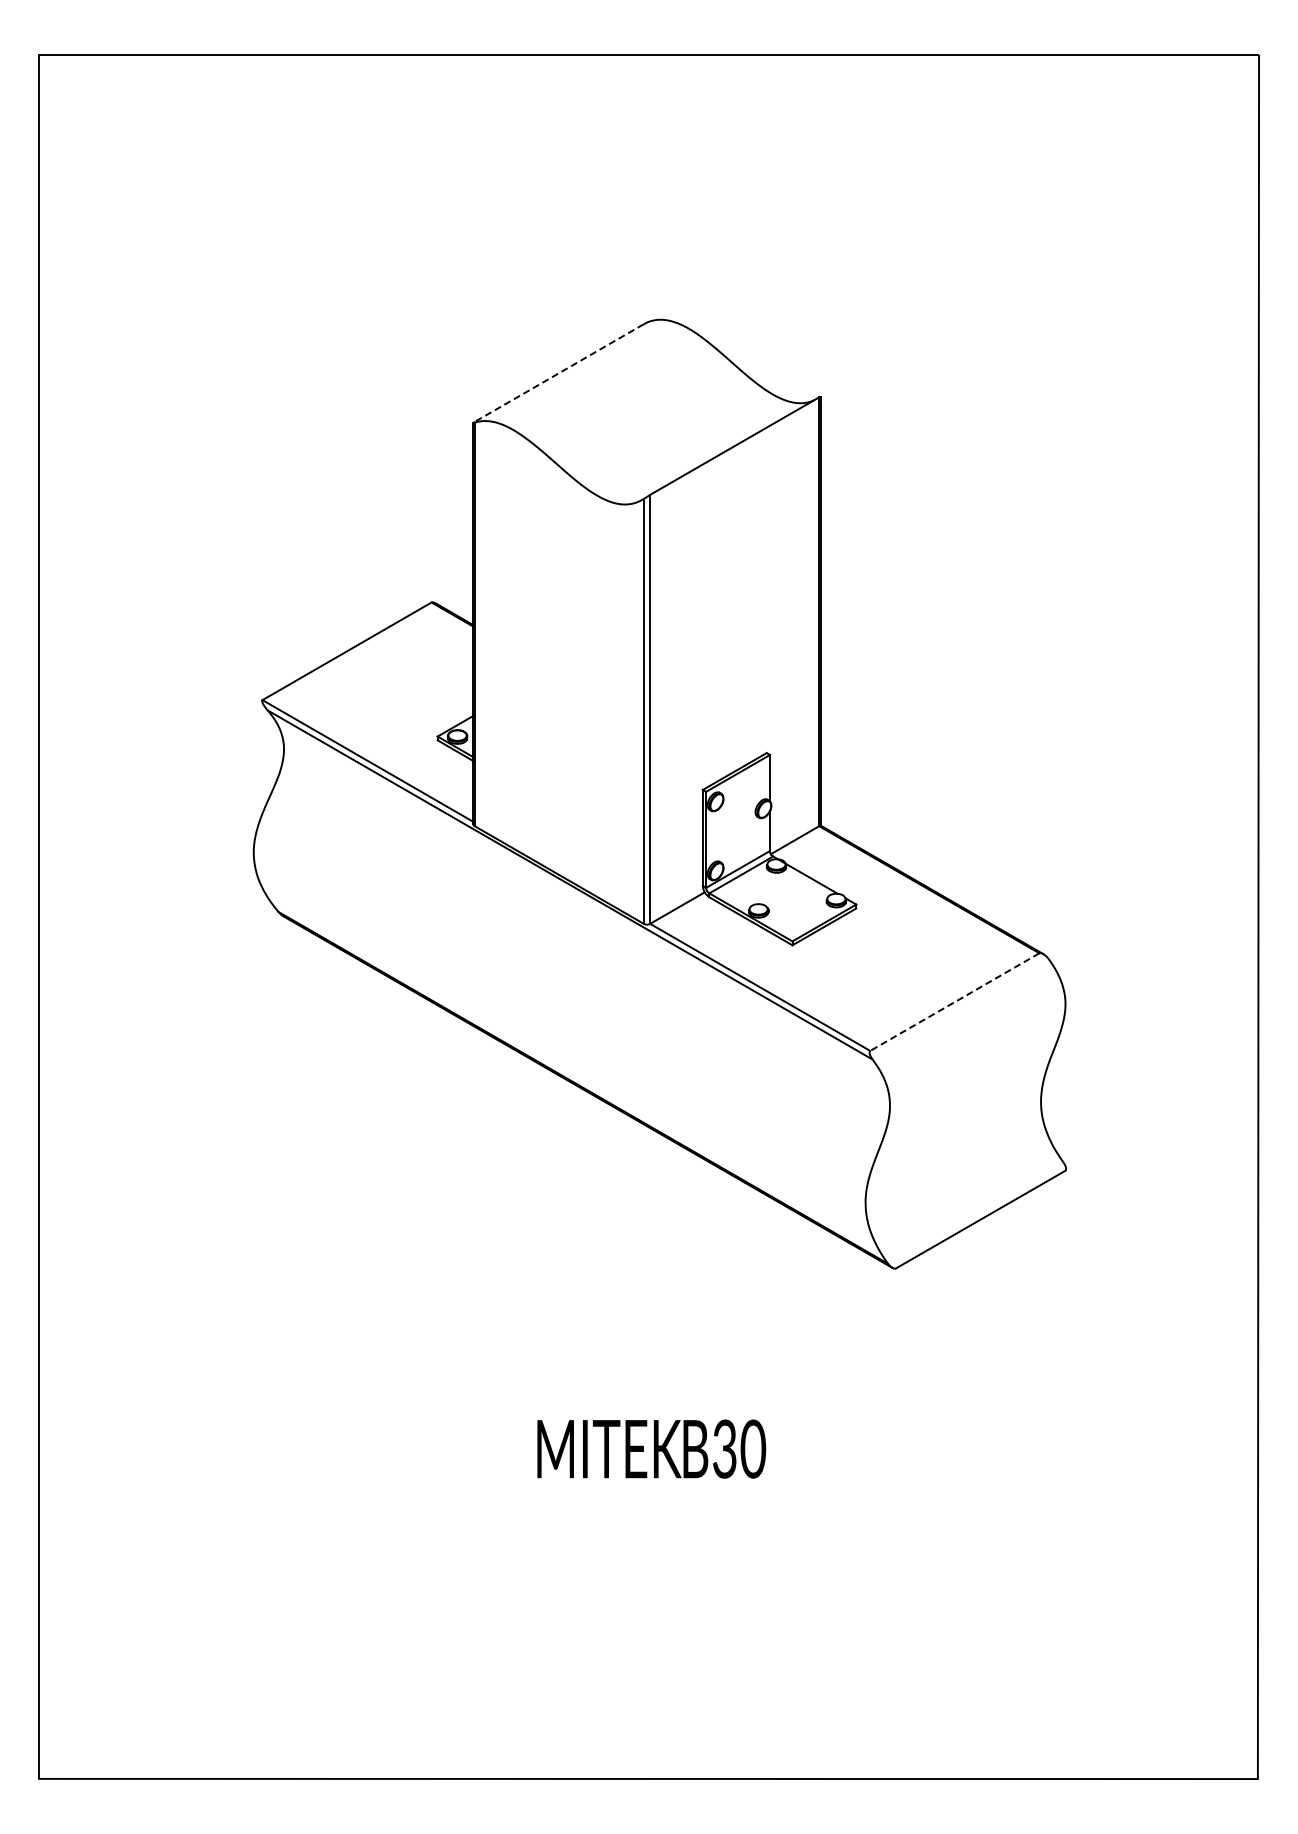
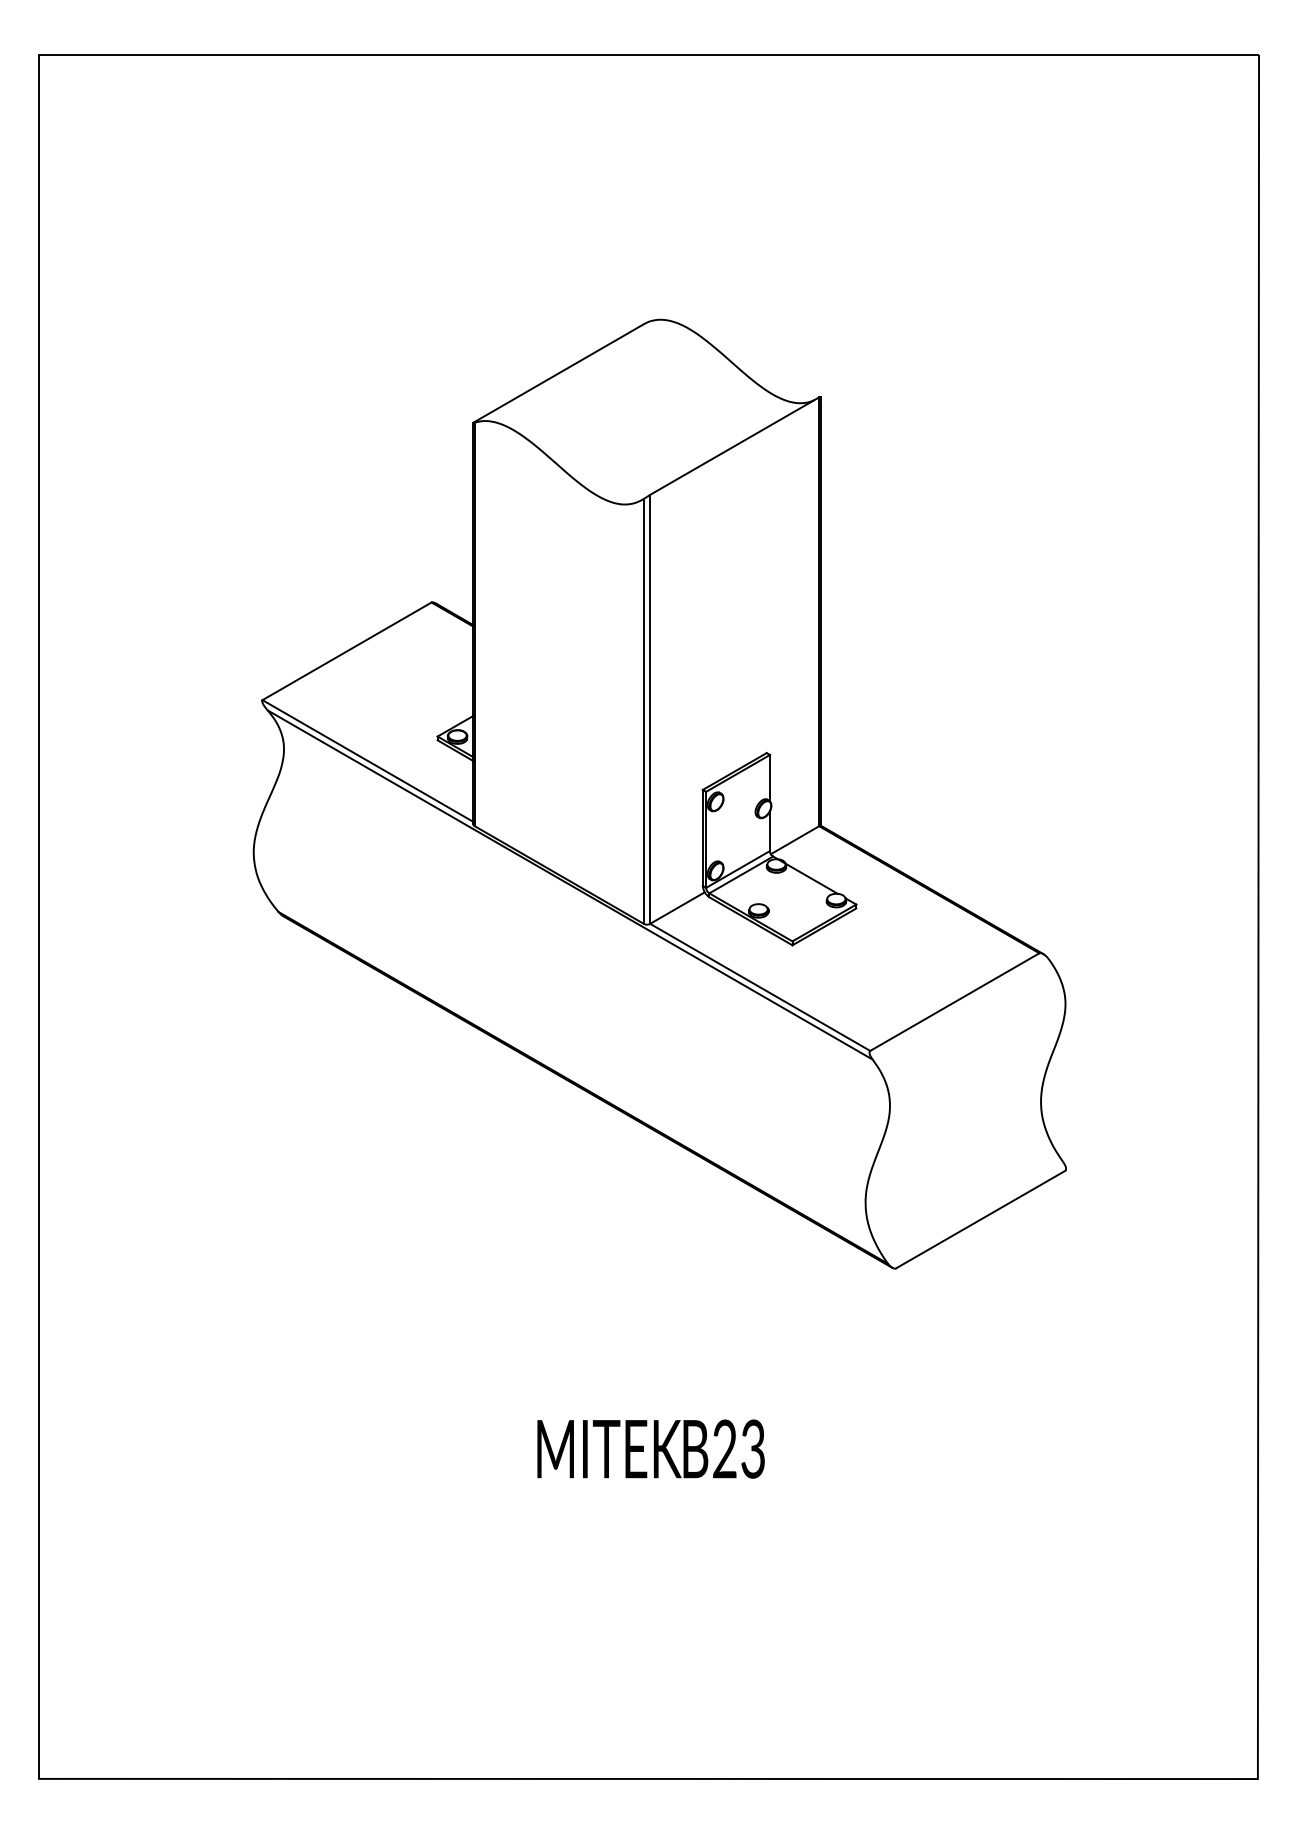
line at (559, 373): dashed -> solid
line at (954, 1002): dashed -> solid
text at (739, 1448): B30 -> B23
